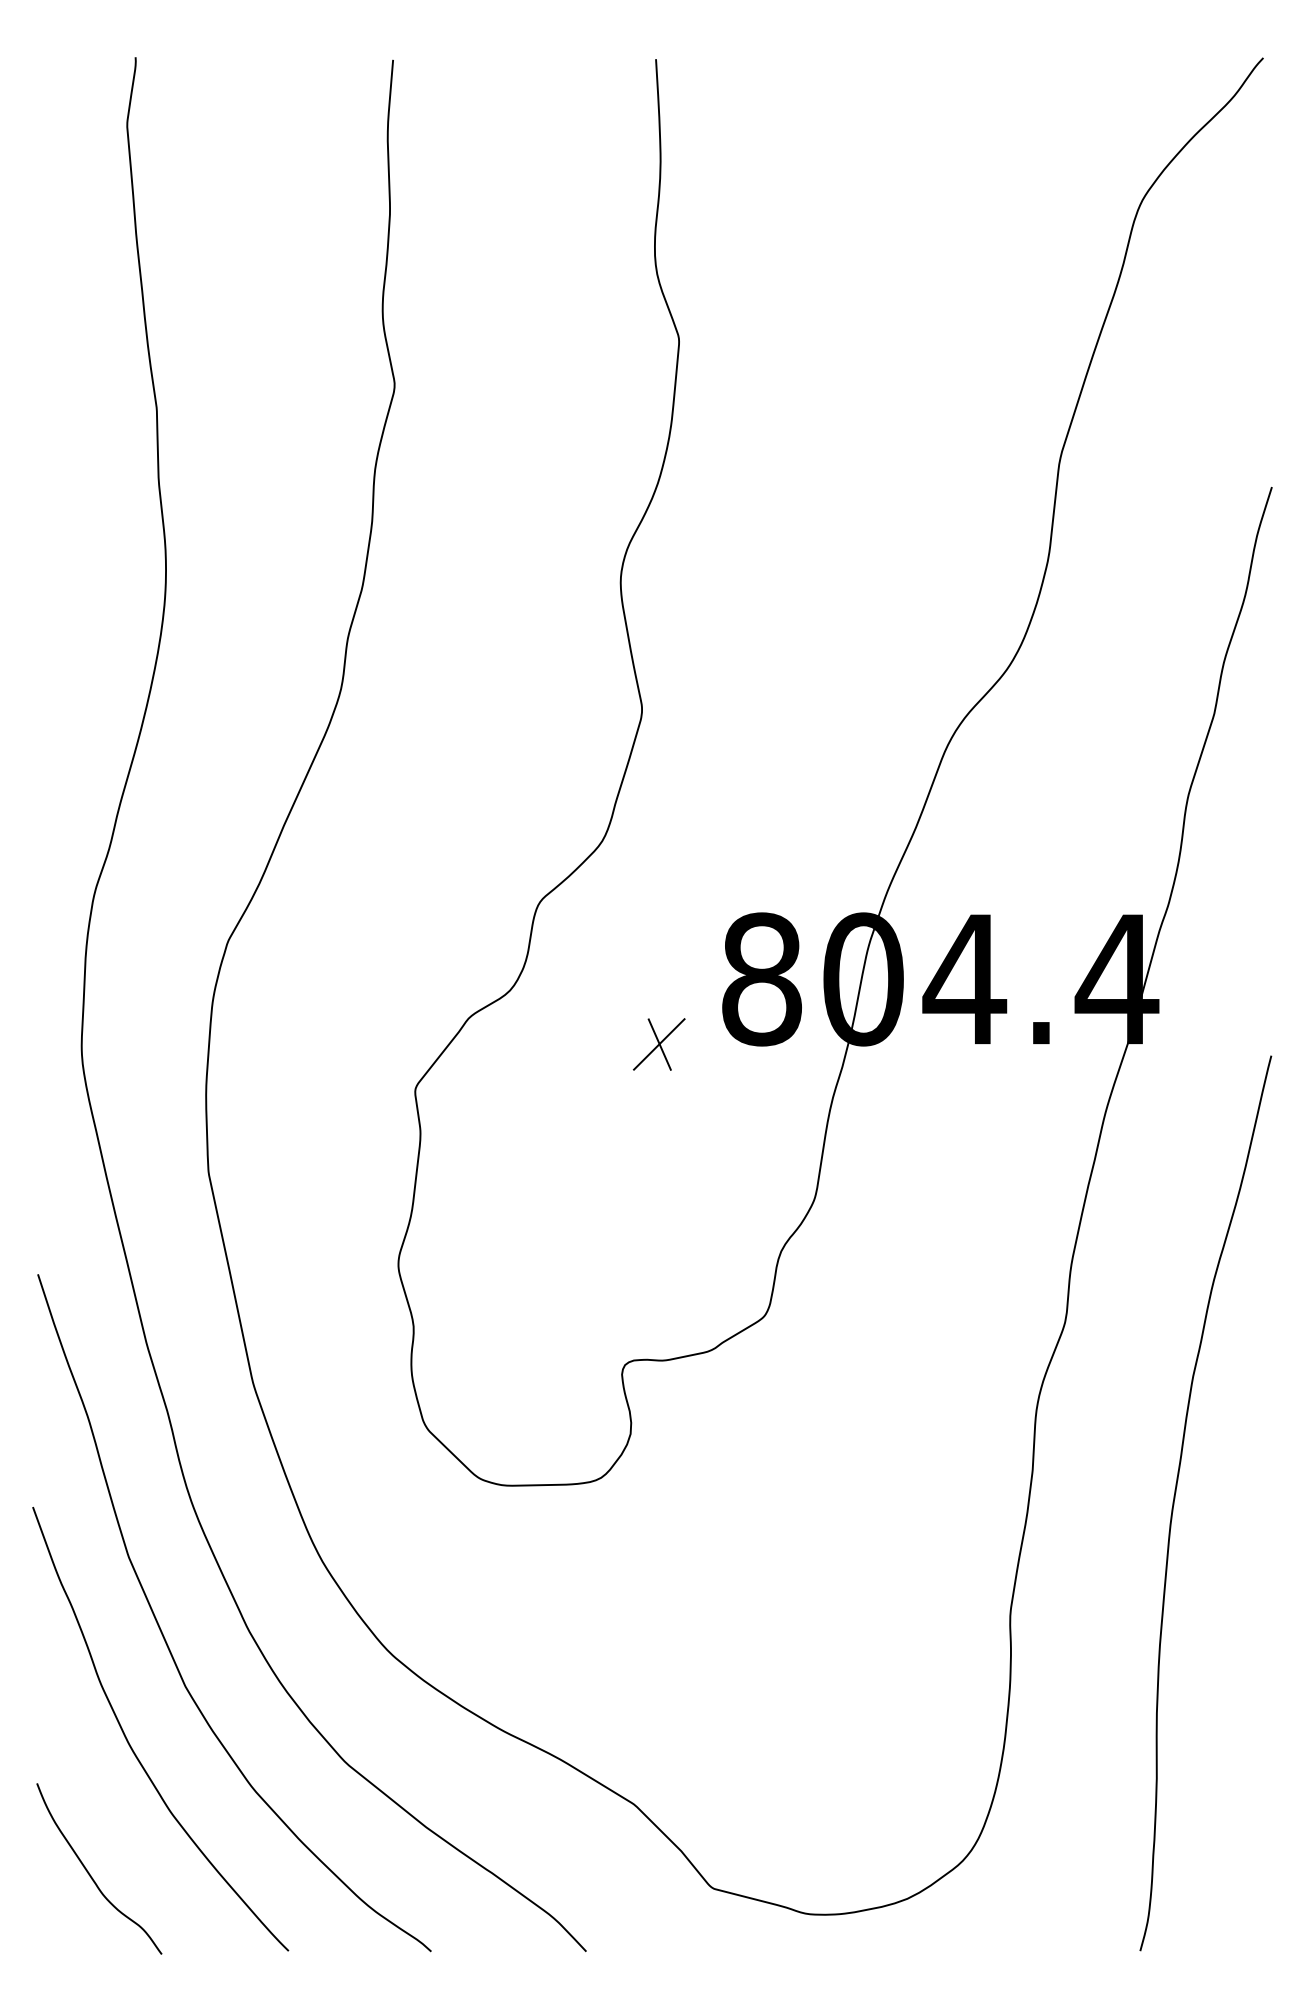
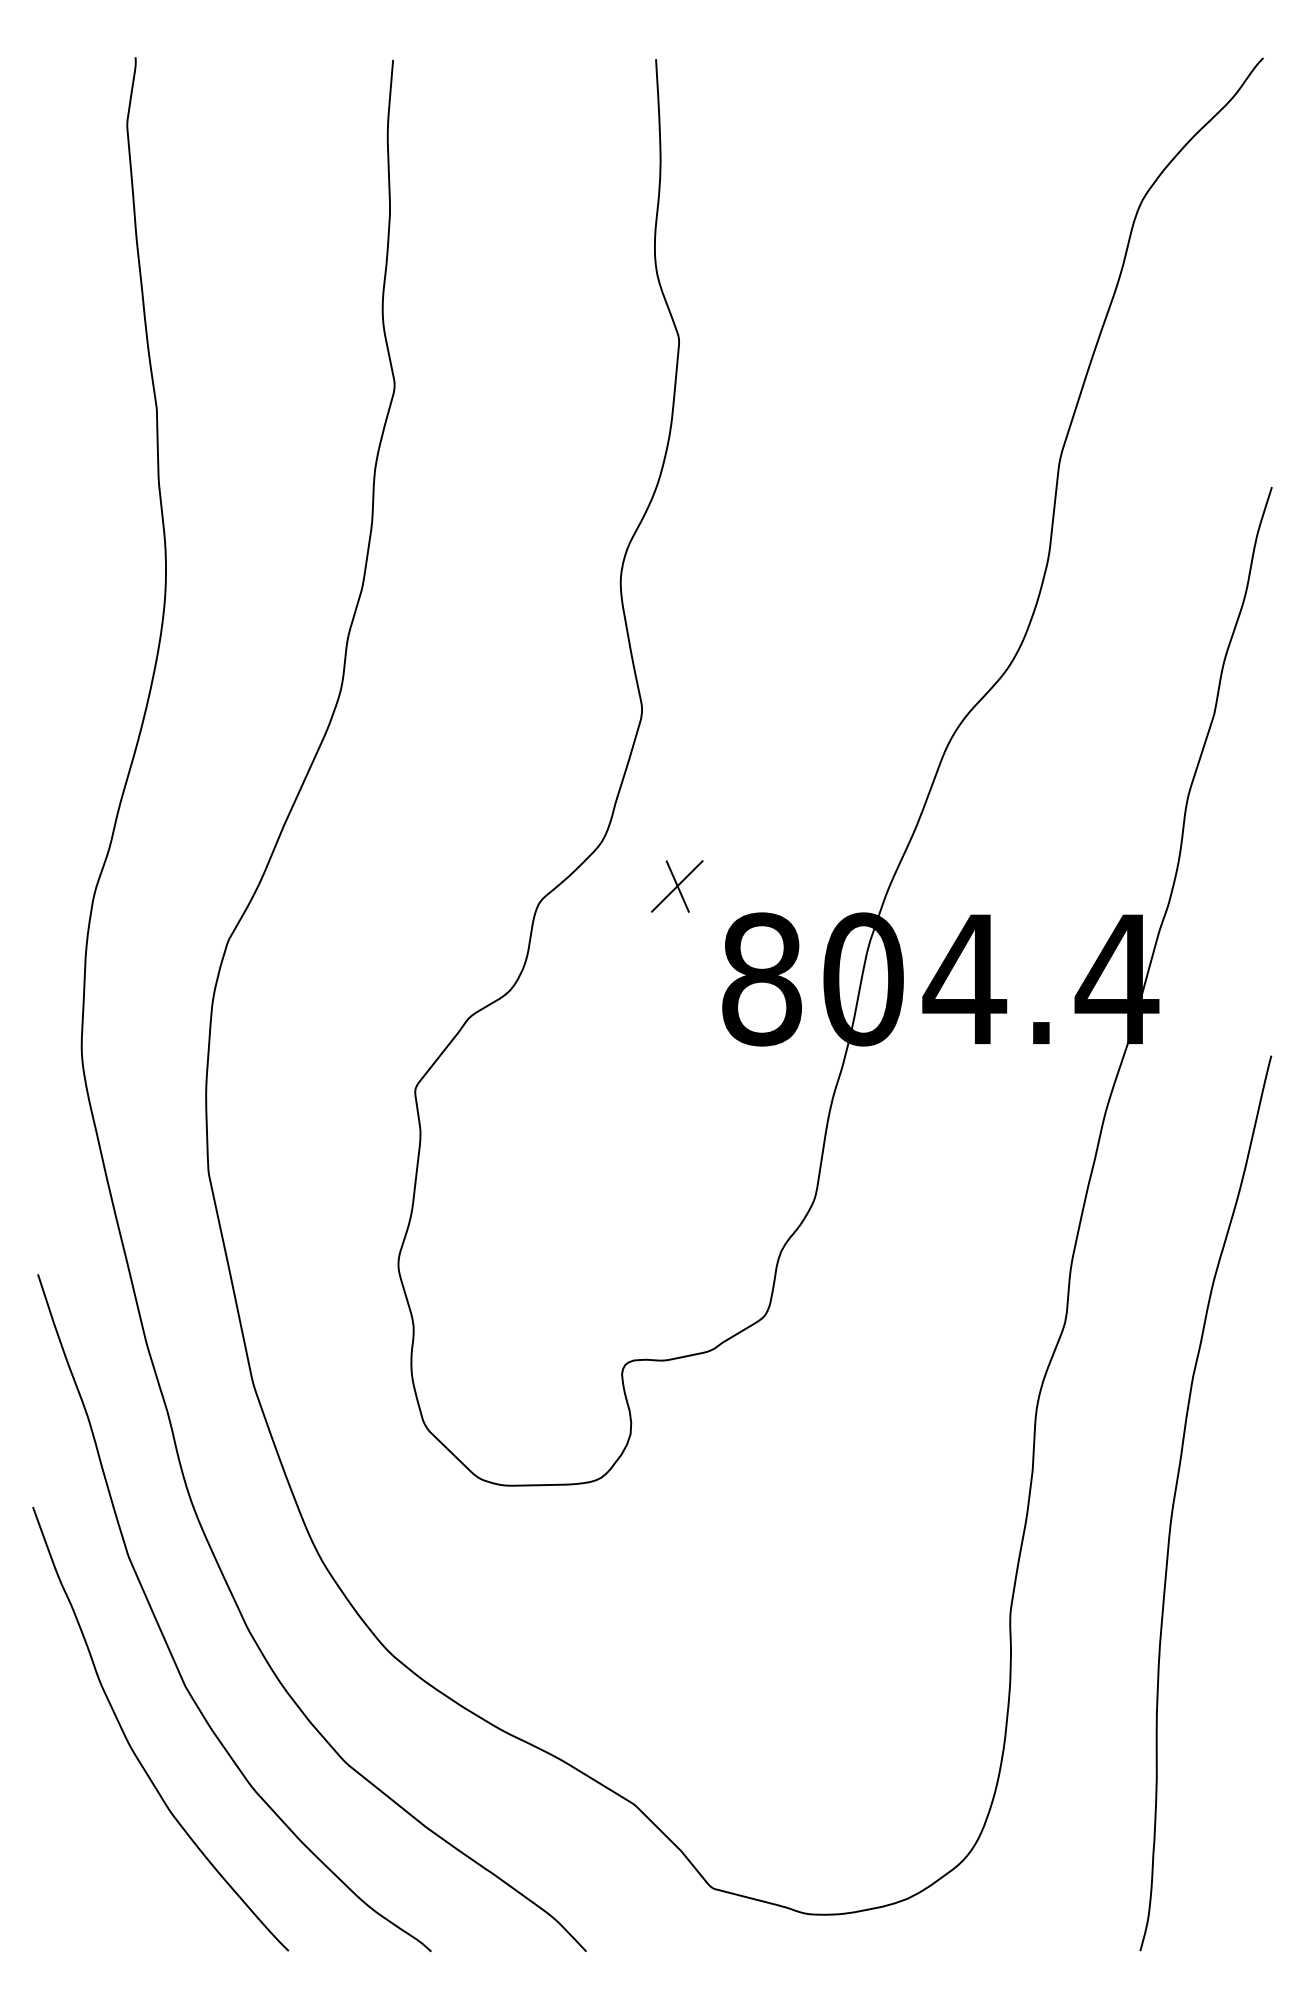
part at (659, 1044) position: (659, 1044) -> (677, 886)
curve at (91, 1875): present -> none
